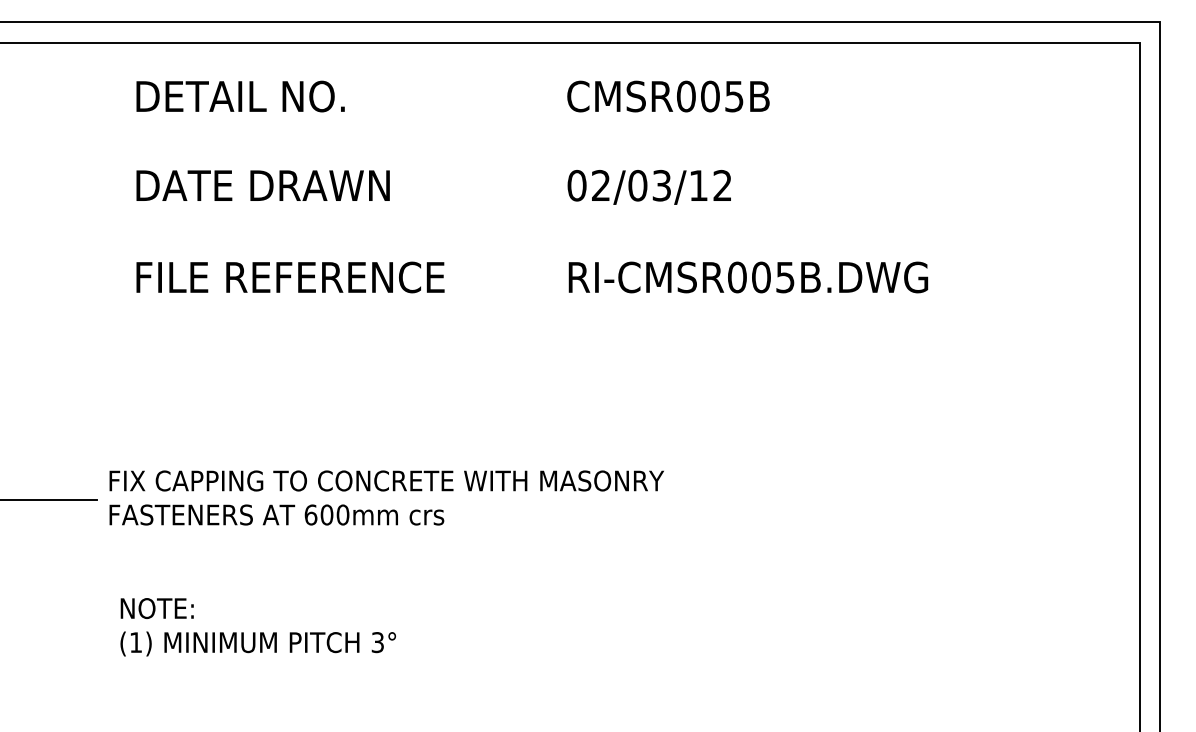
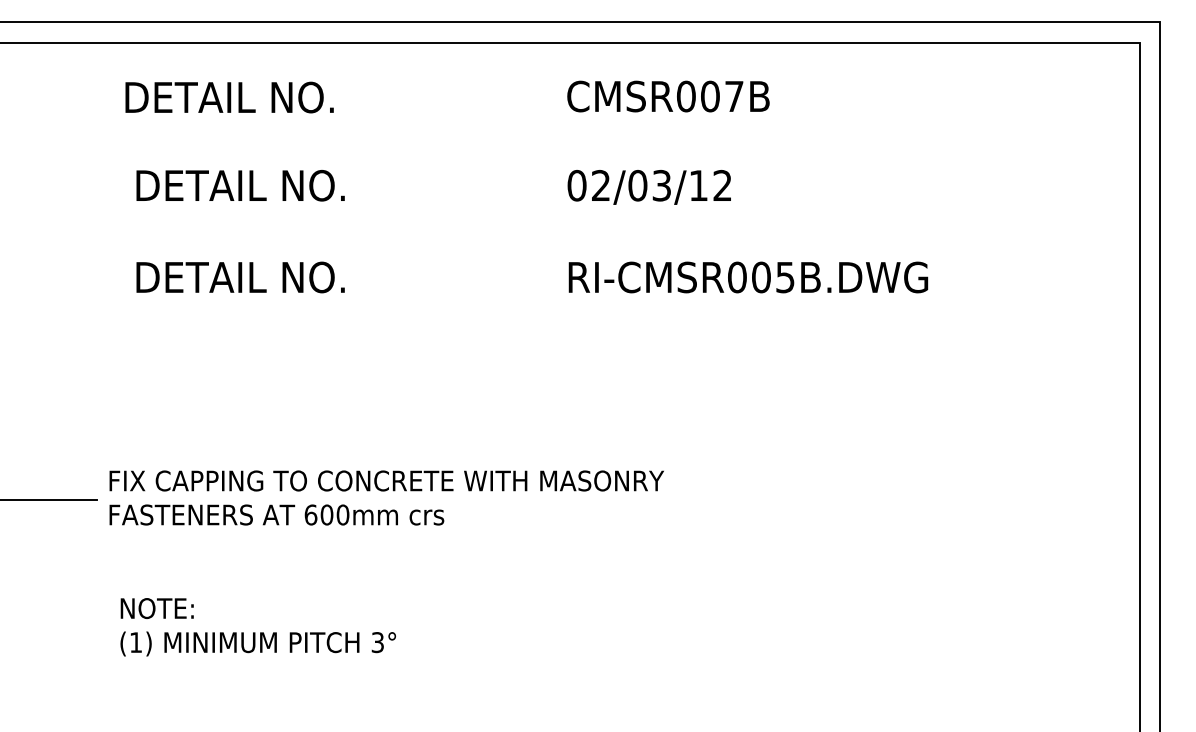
text at (240, 96) position: (240, 96) -> (229, 97)
text at (734, 96): CMSR005B -> CMSR007B
text at (275, 185): DATE DRAWN -> DETAIL NO.
text at (292, 277): FILE REFERENCE -> DETAIL NO.
